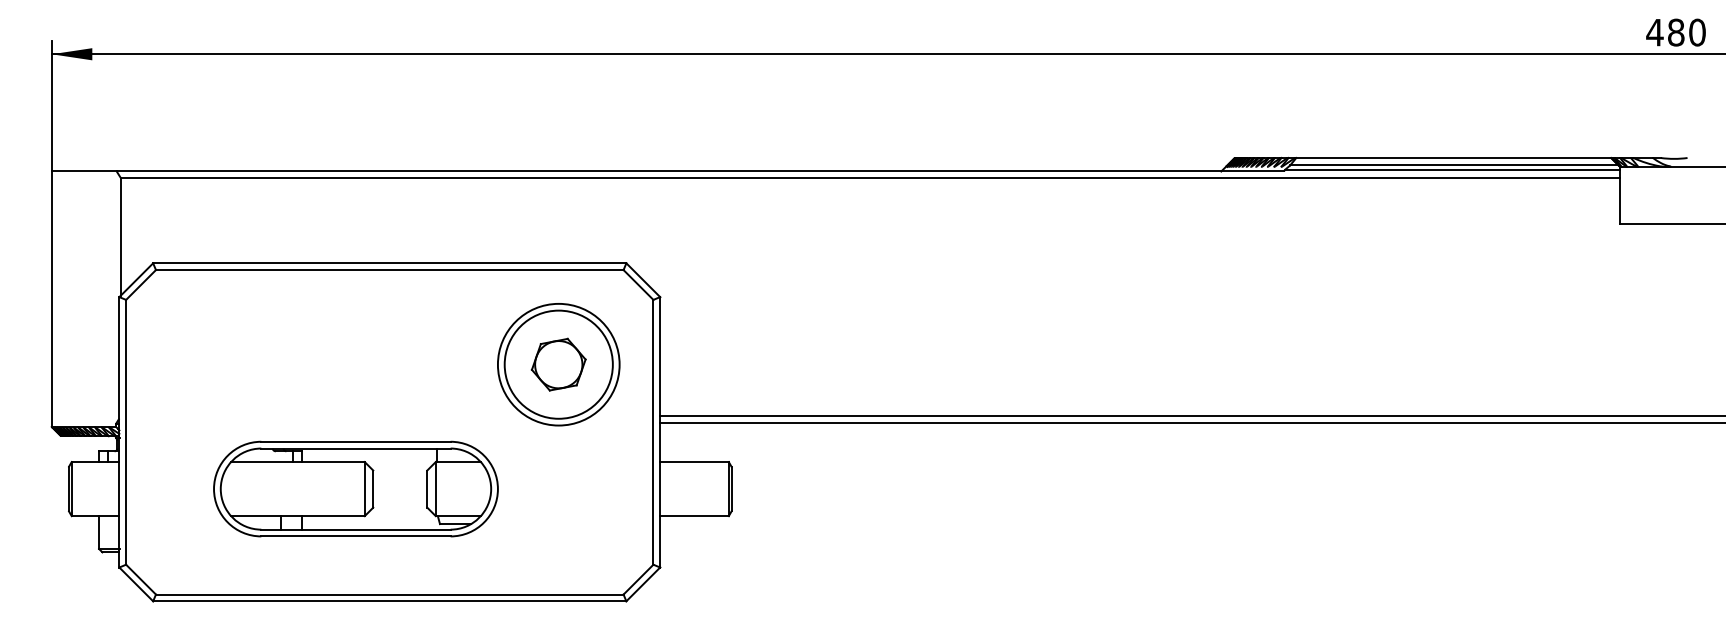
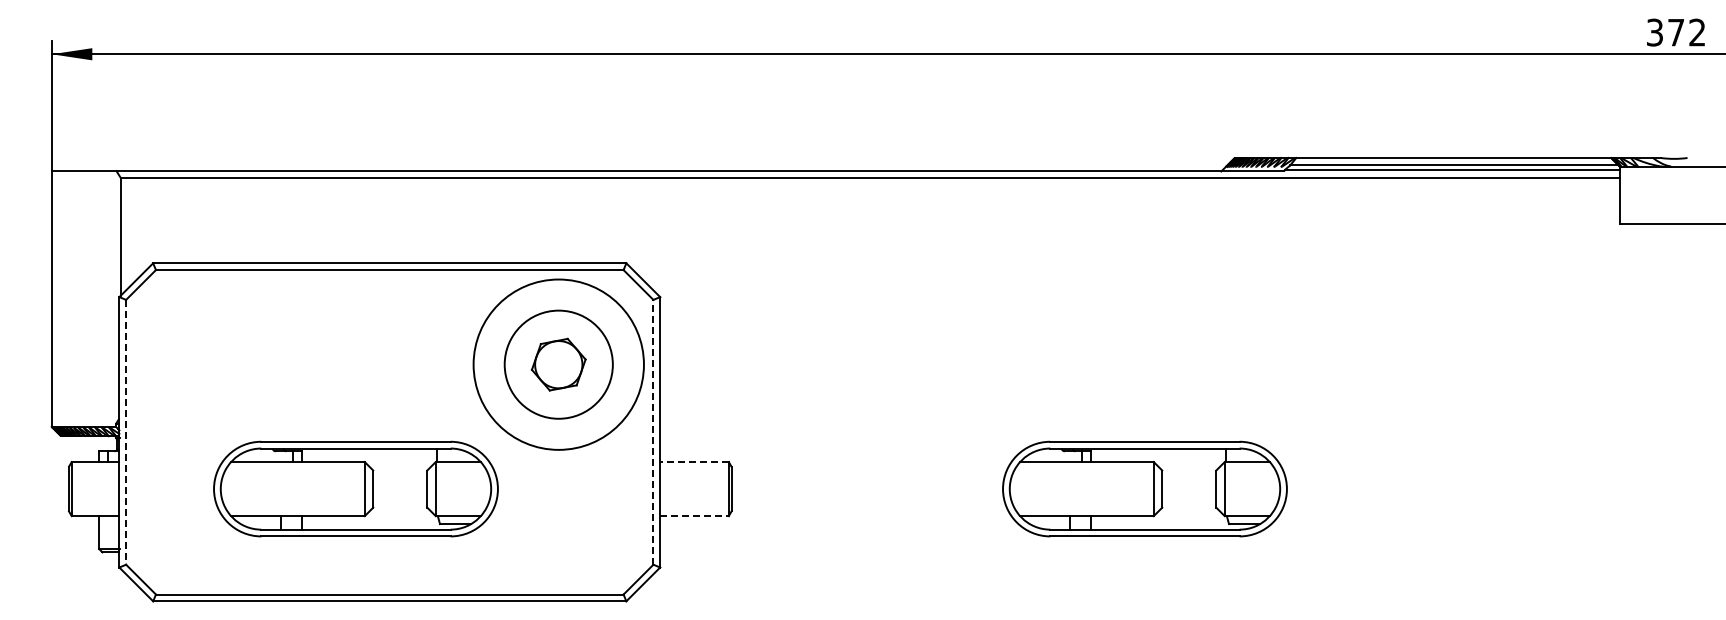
text at (1675, 32): 480 -> 372
circle at (558, 364) diameter: 122 px -> 170 px
line at (1191, 416): present -> none
line at (1191, 422): present -> none
line at (653, 431): solid -> dashed
line at (126, 432): solid -> dashed
line at (694, 462): solid -> dashed
part at (1144, 488): none -> present
line at (695, 516): solid -> dashed
